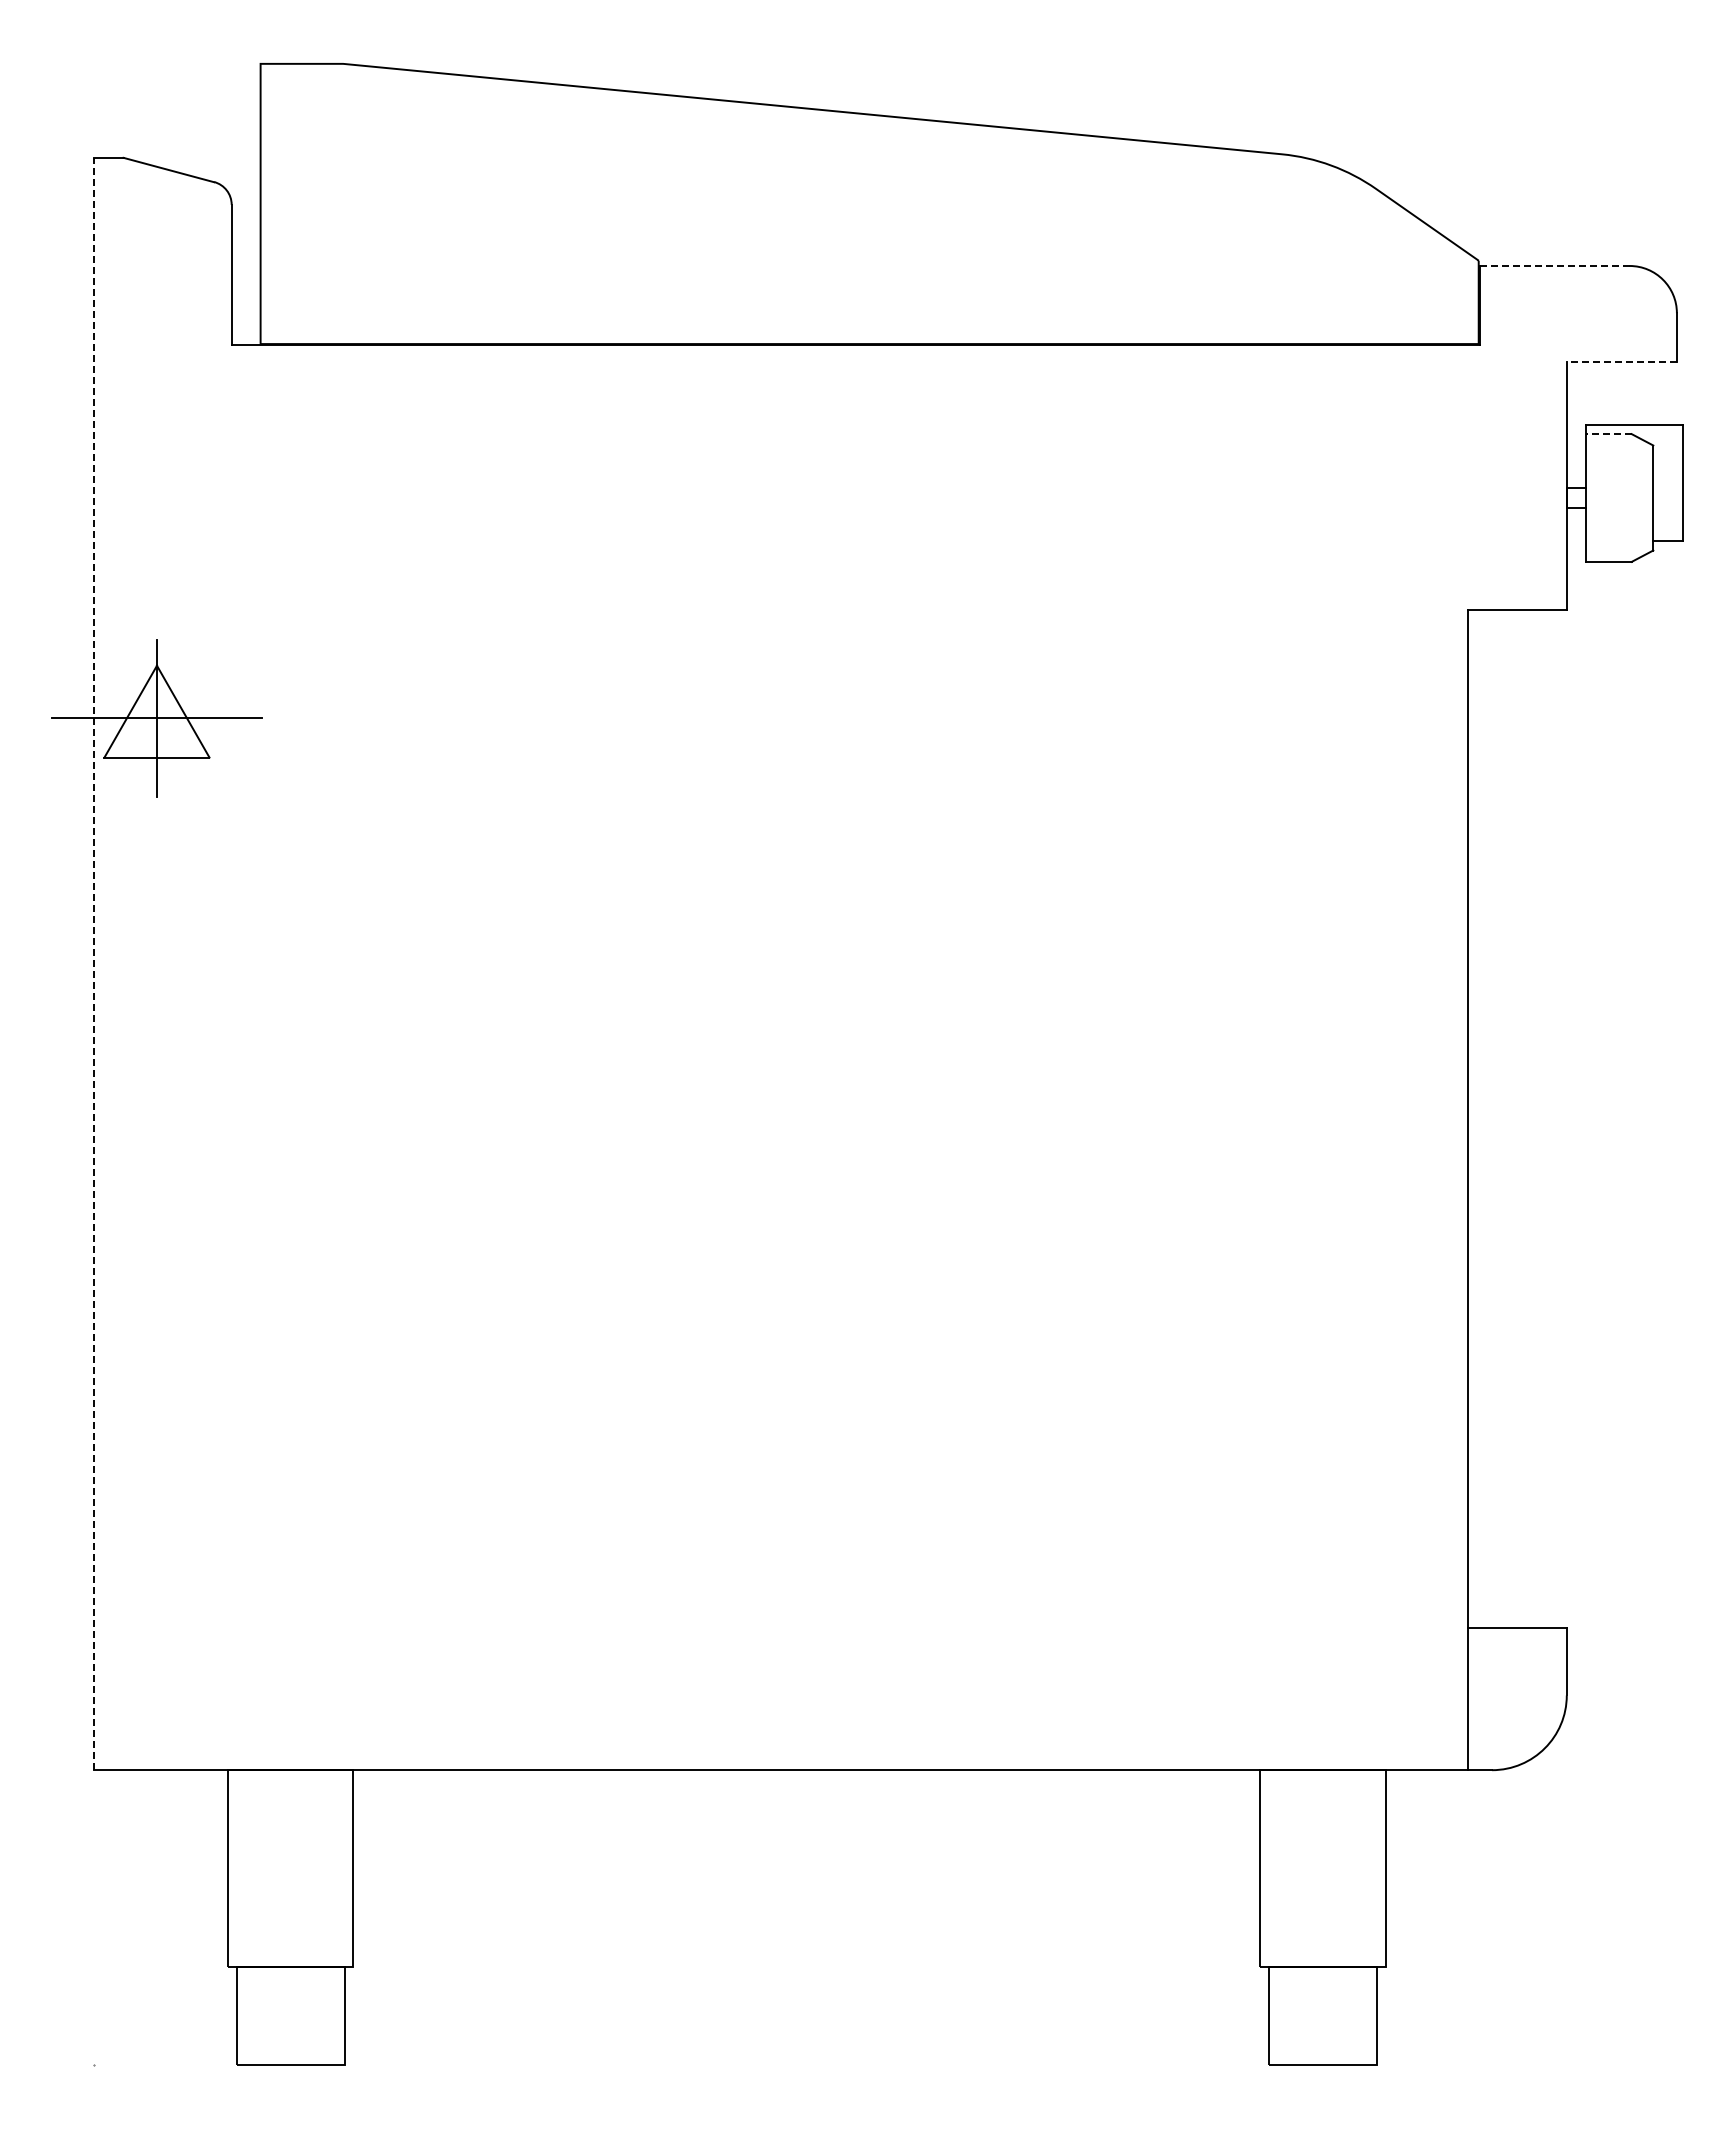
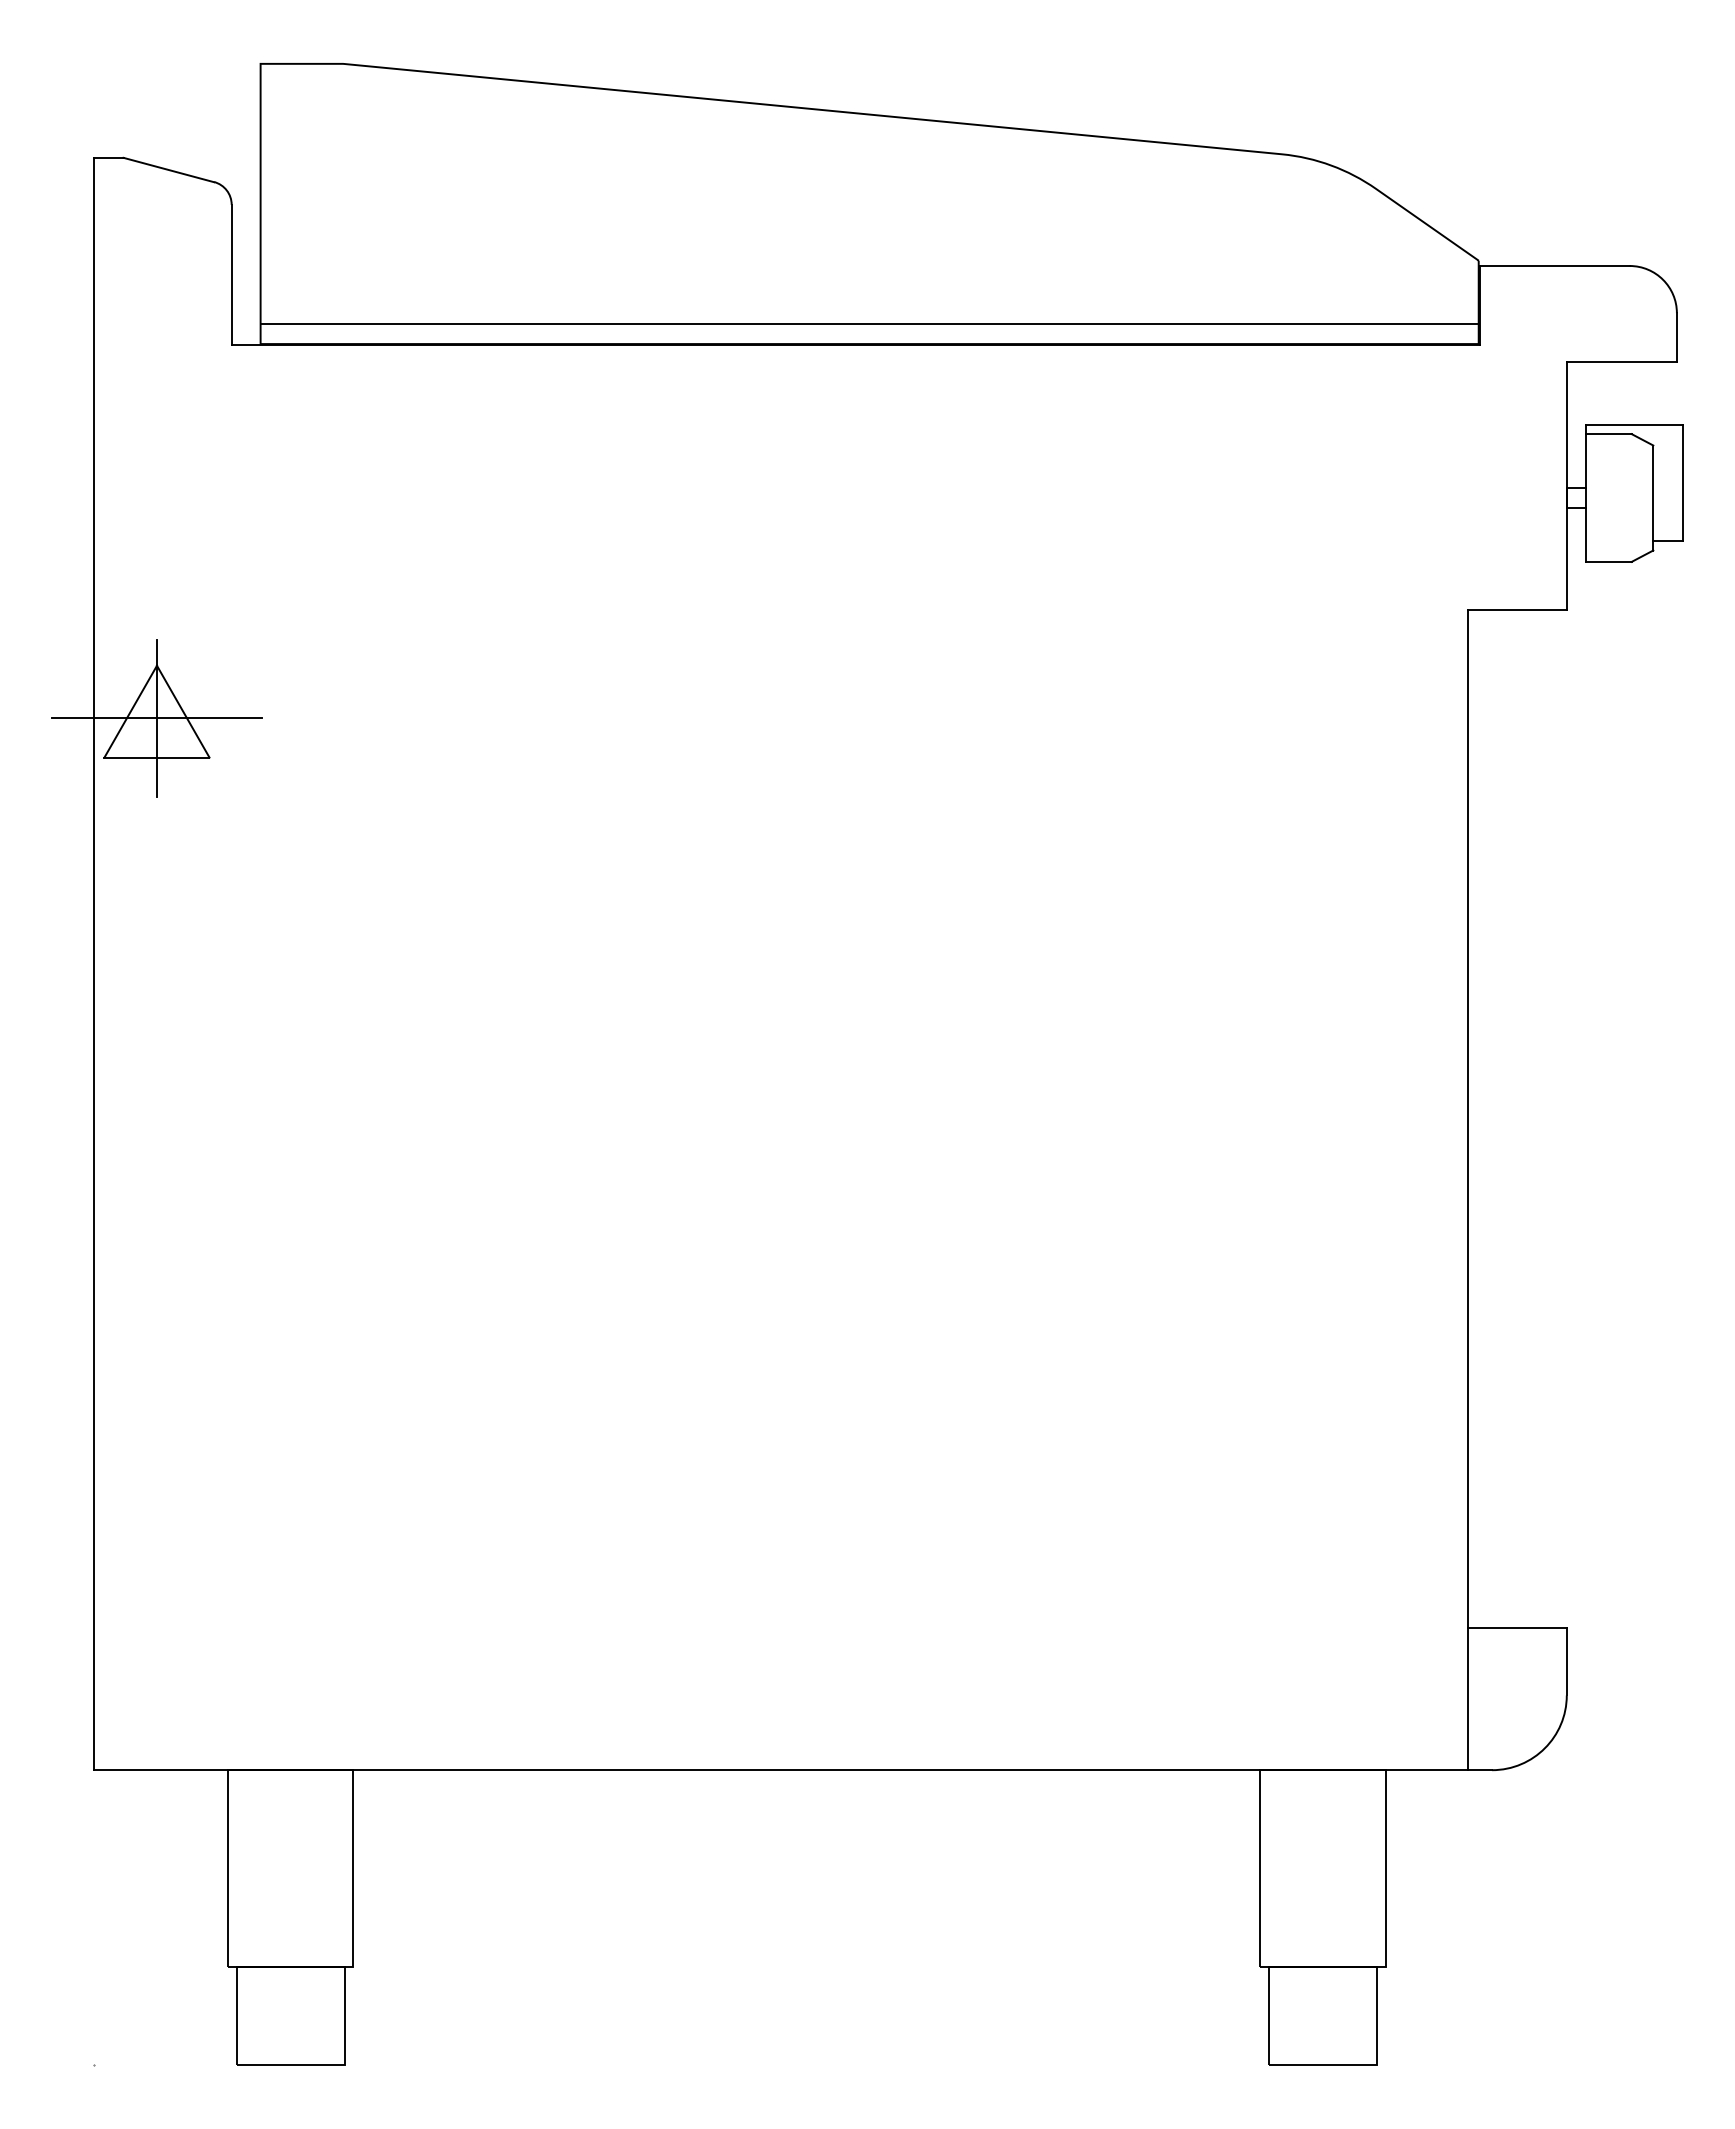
line at (1555, 266): dashed -> solid
line at (869, 324): none -> present
line at (1621, 362): dashed -> solid
line at (1609, 434): dashed -> solid
line at (94, 963): dashed -> solid
